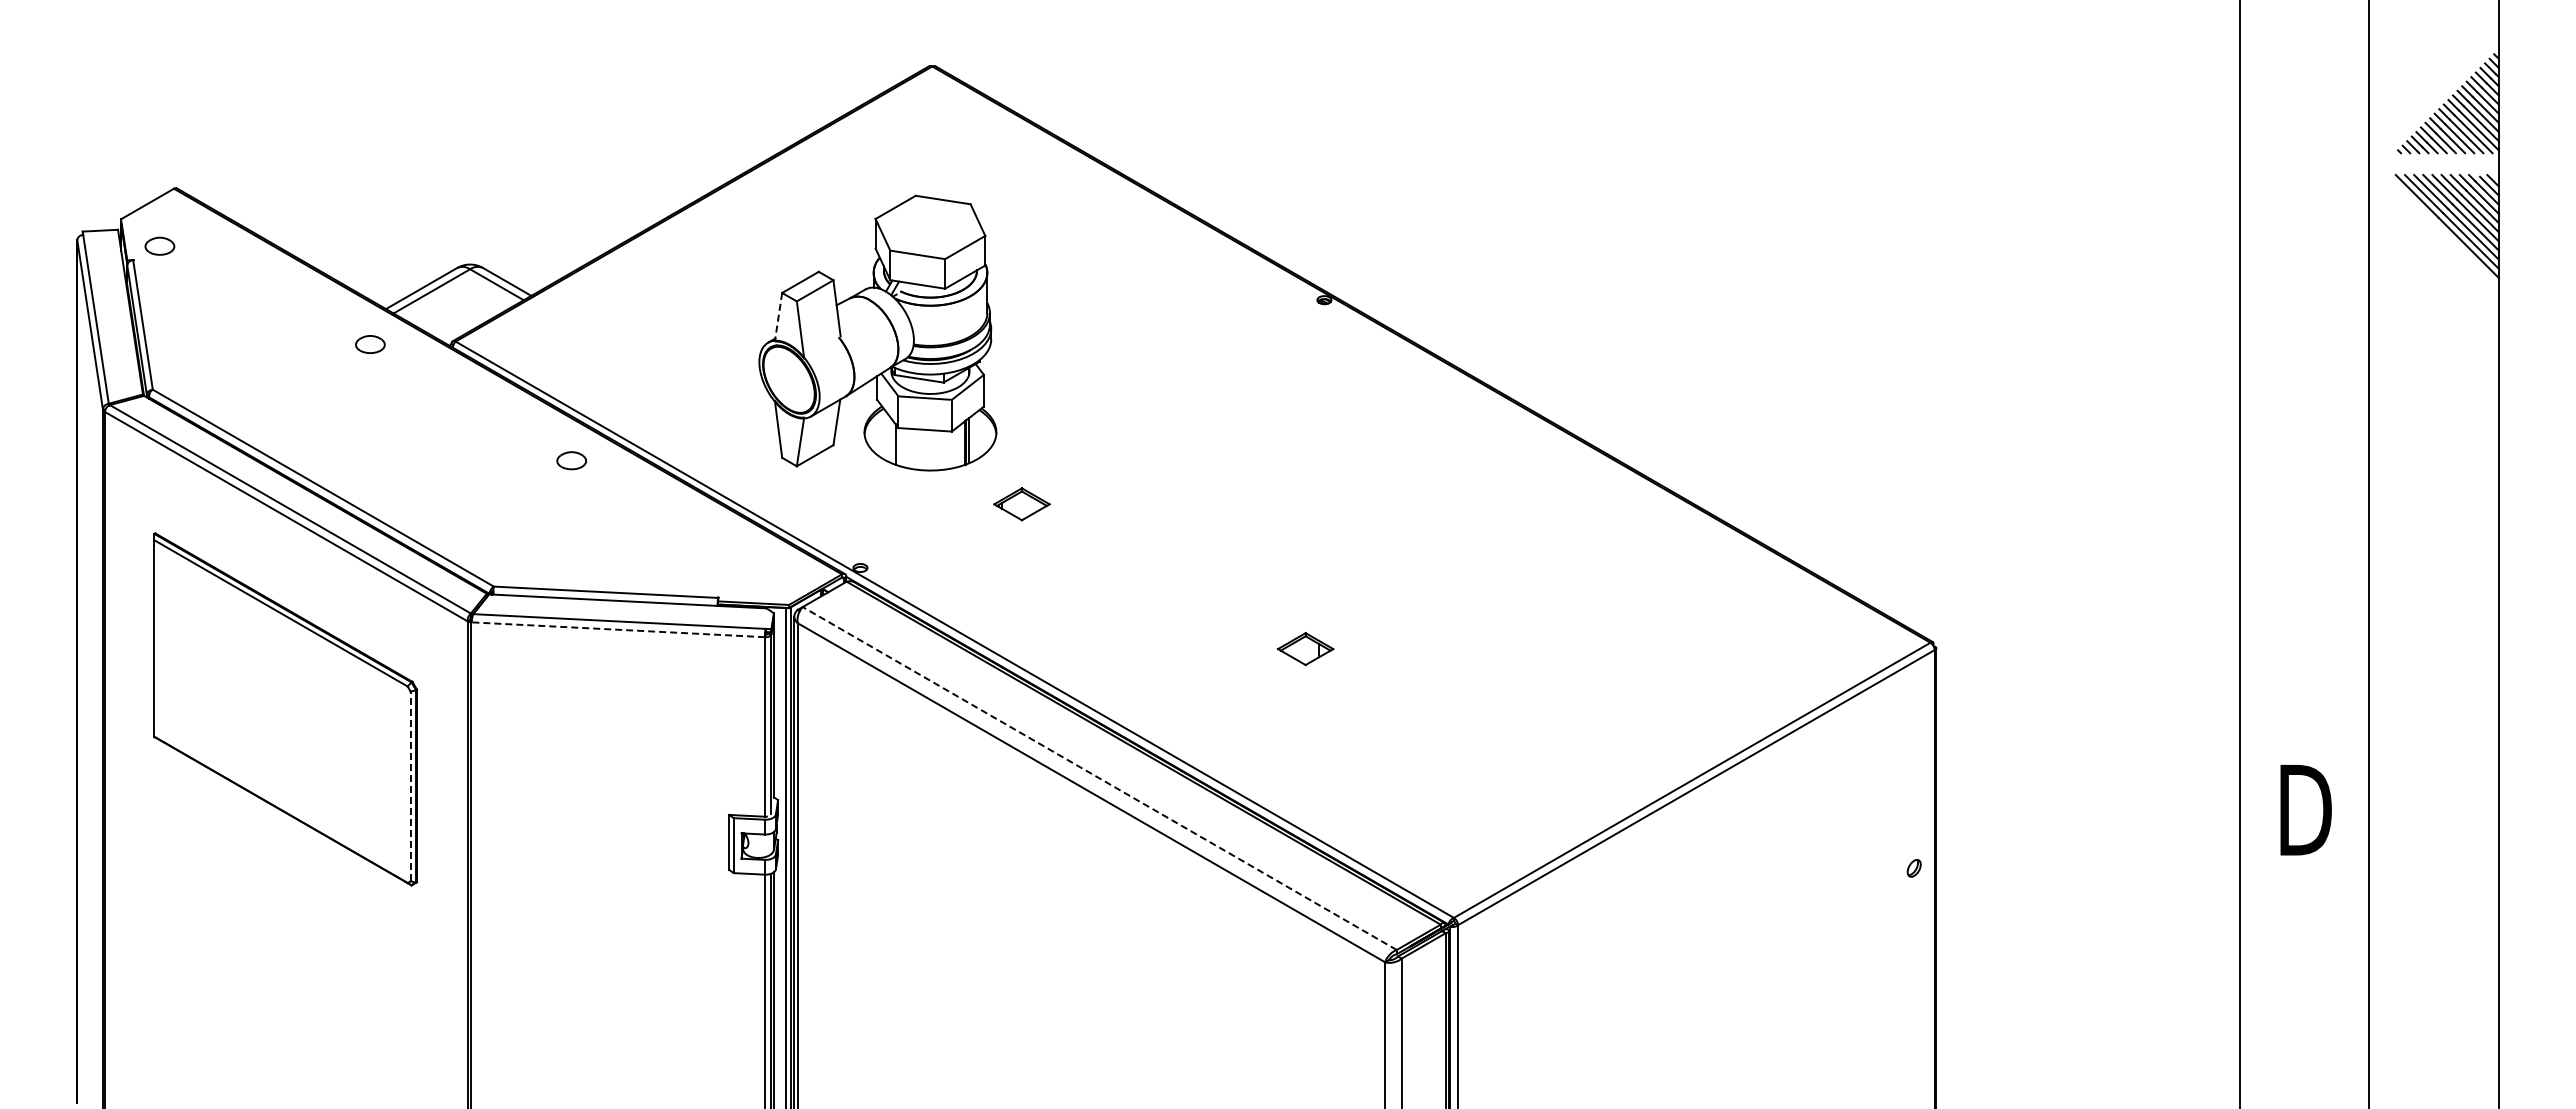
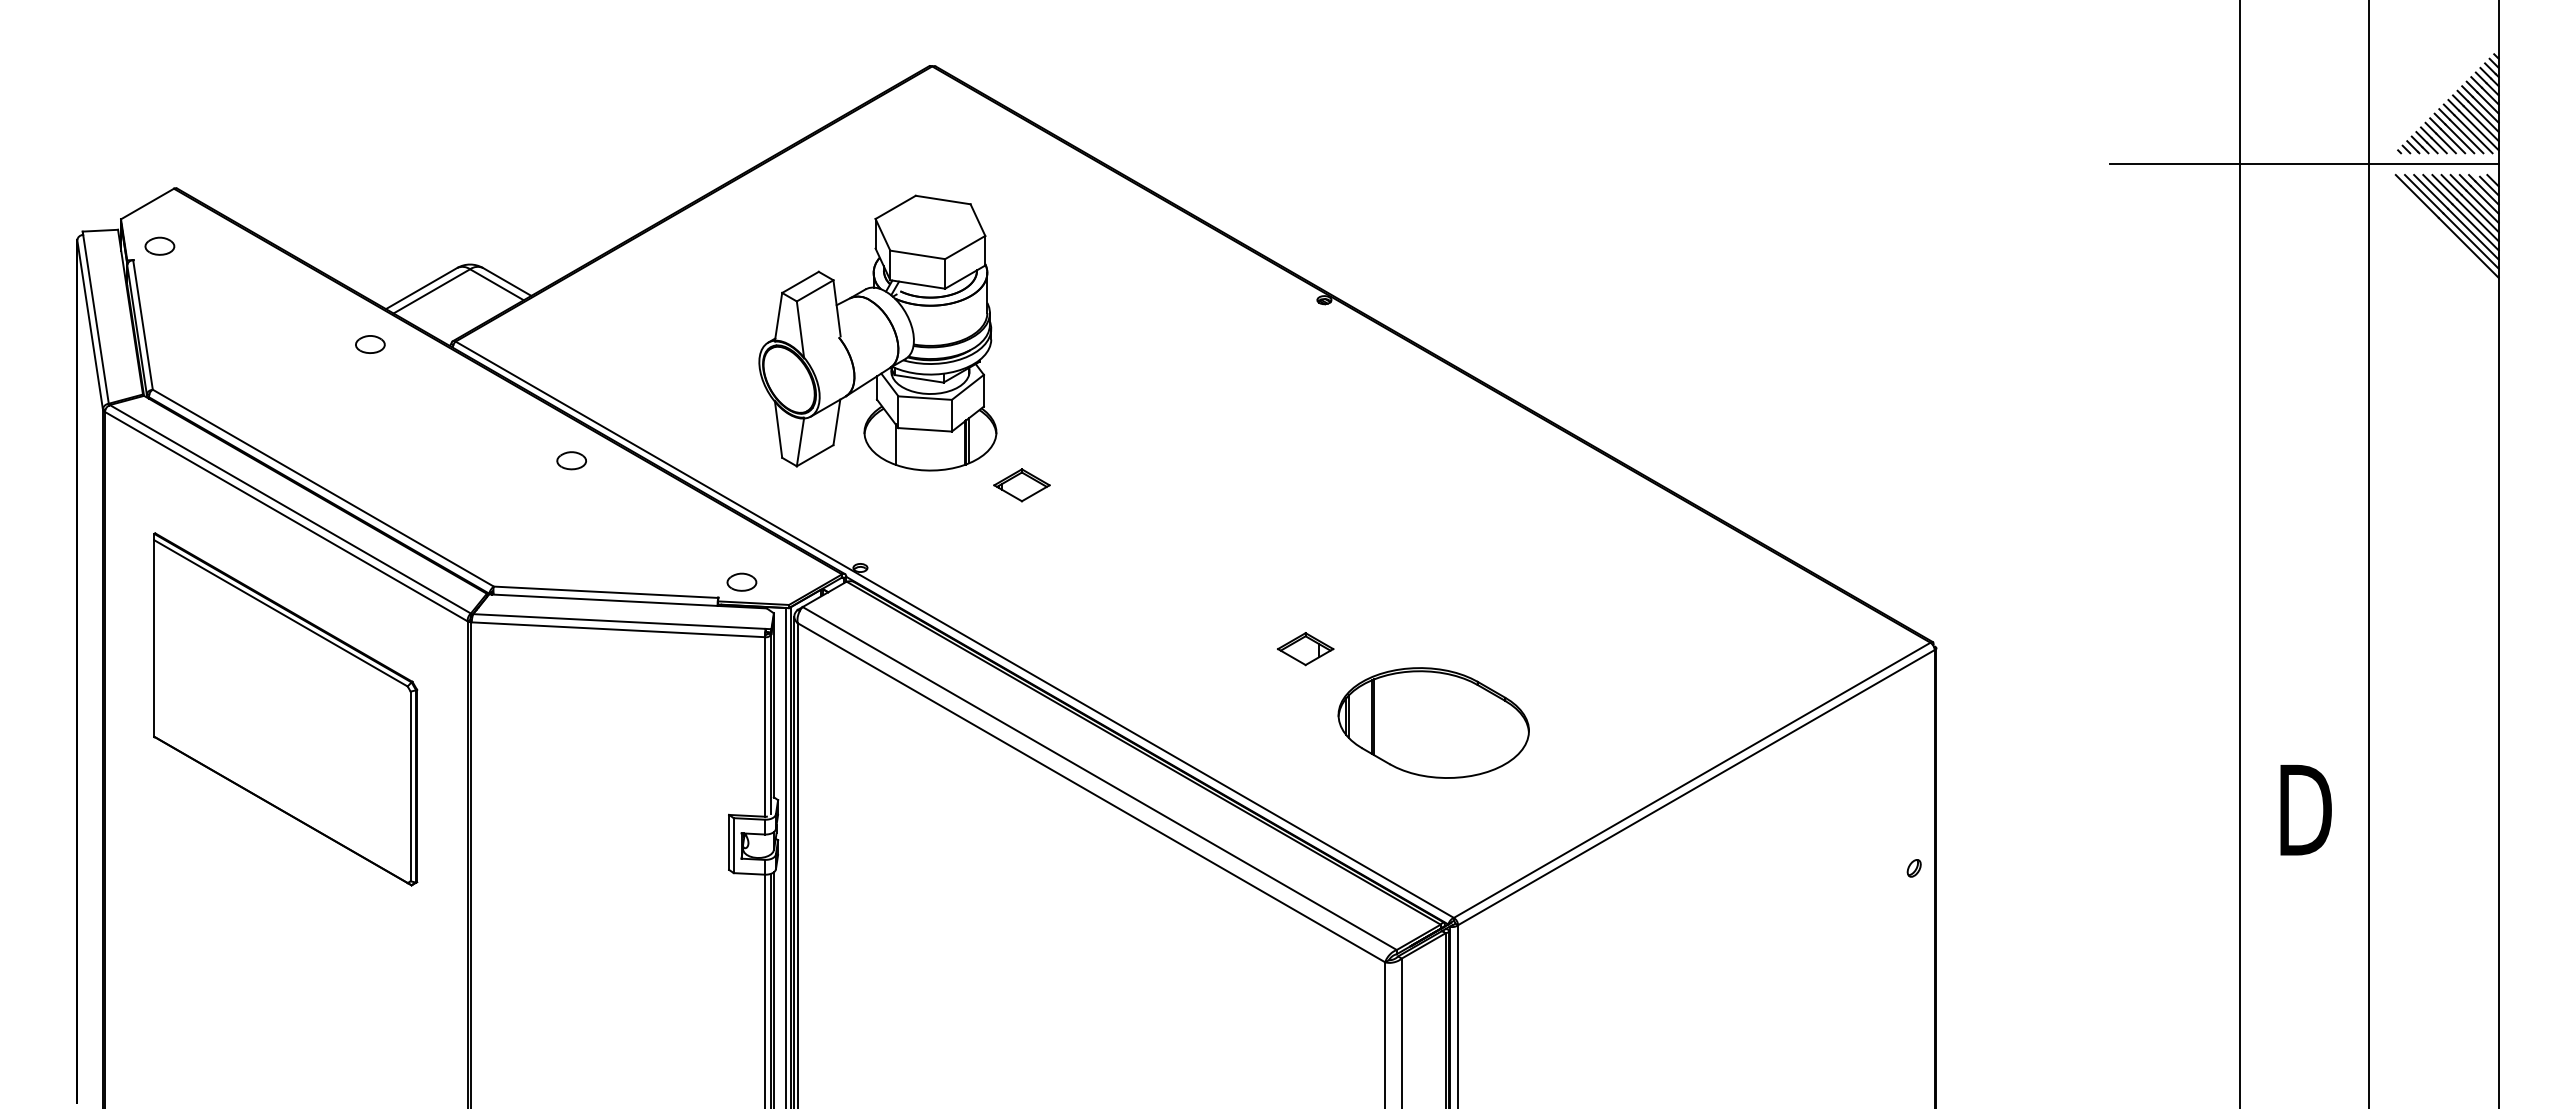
line at (2304, 164): none -> present
line at (778, 317): dashed -> solid
part at (1021, 504) position: (1021, 504) -> (1021, 485)
part at (741, 581): none -> present
line at (618, 629): dashed -> solid
part at (1433, 722): none -> present
line at (1099, 778): dashed -> solid
line at (410, 786): dashed -> solid
